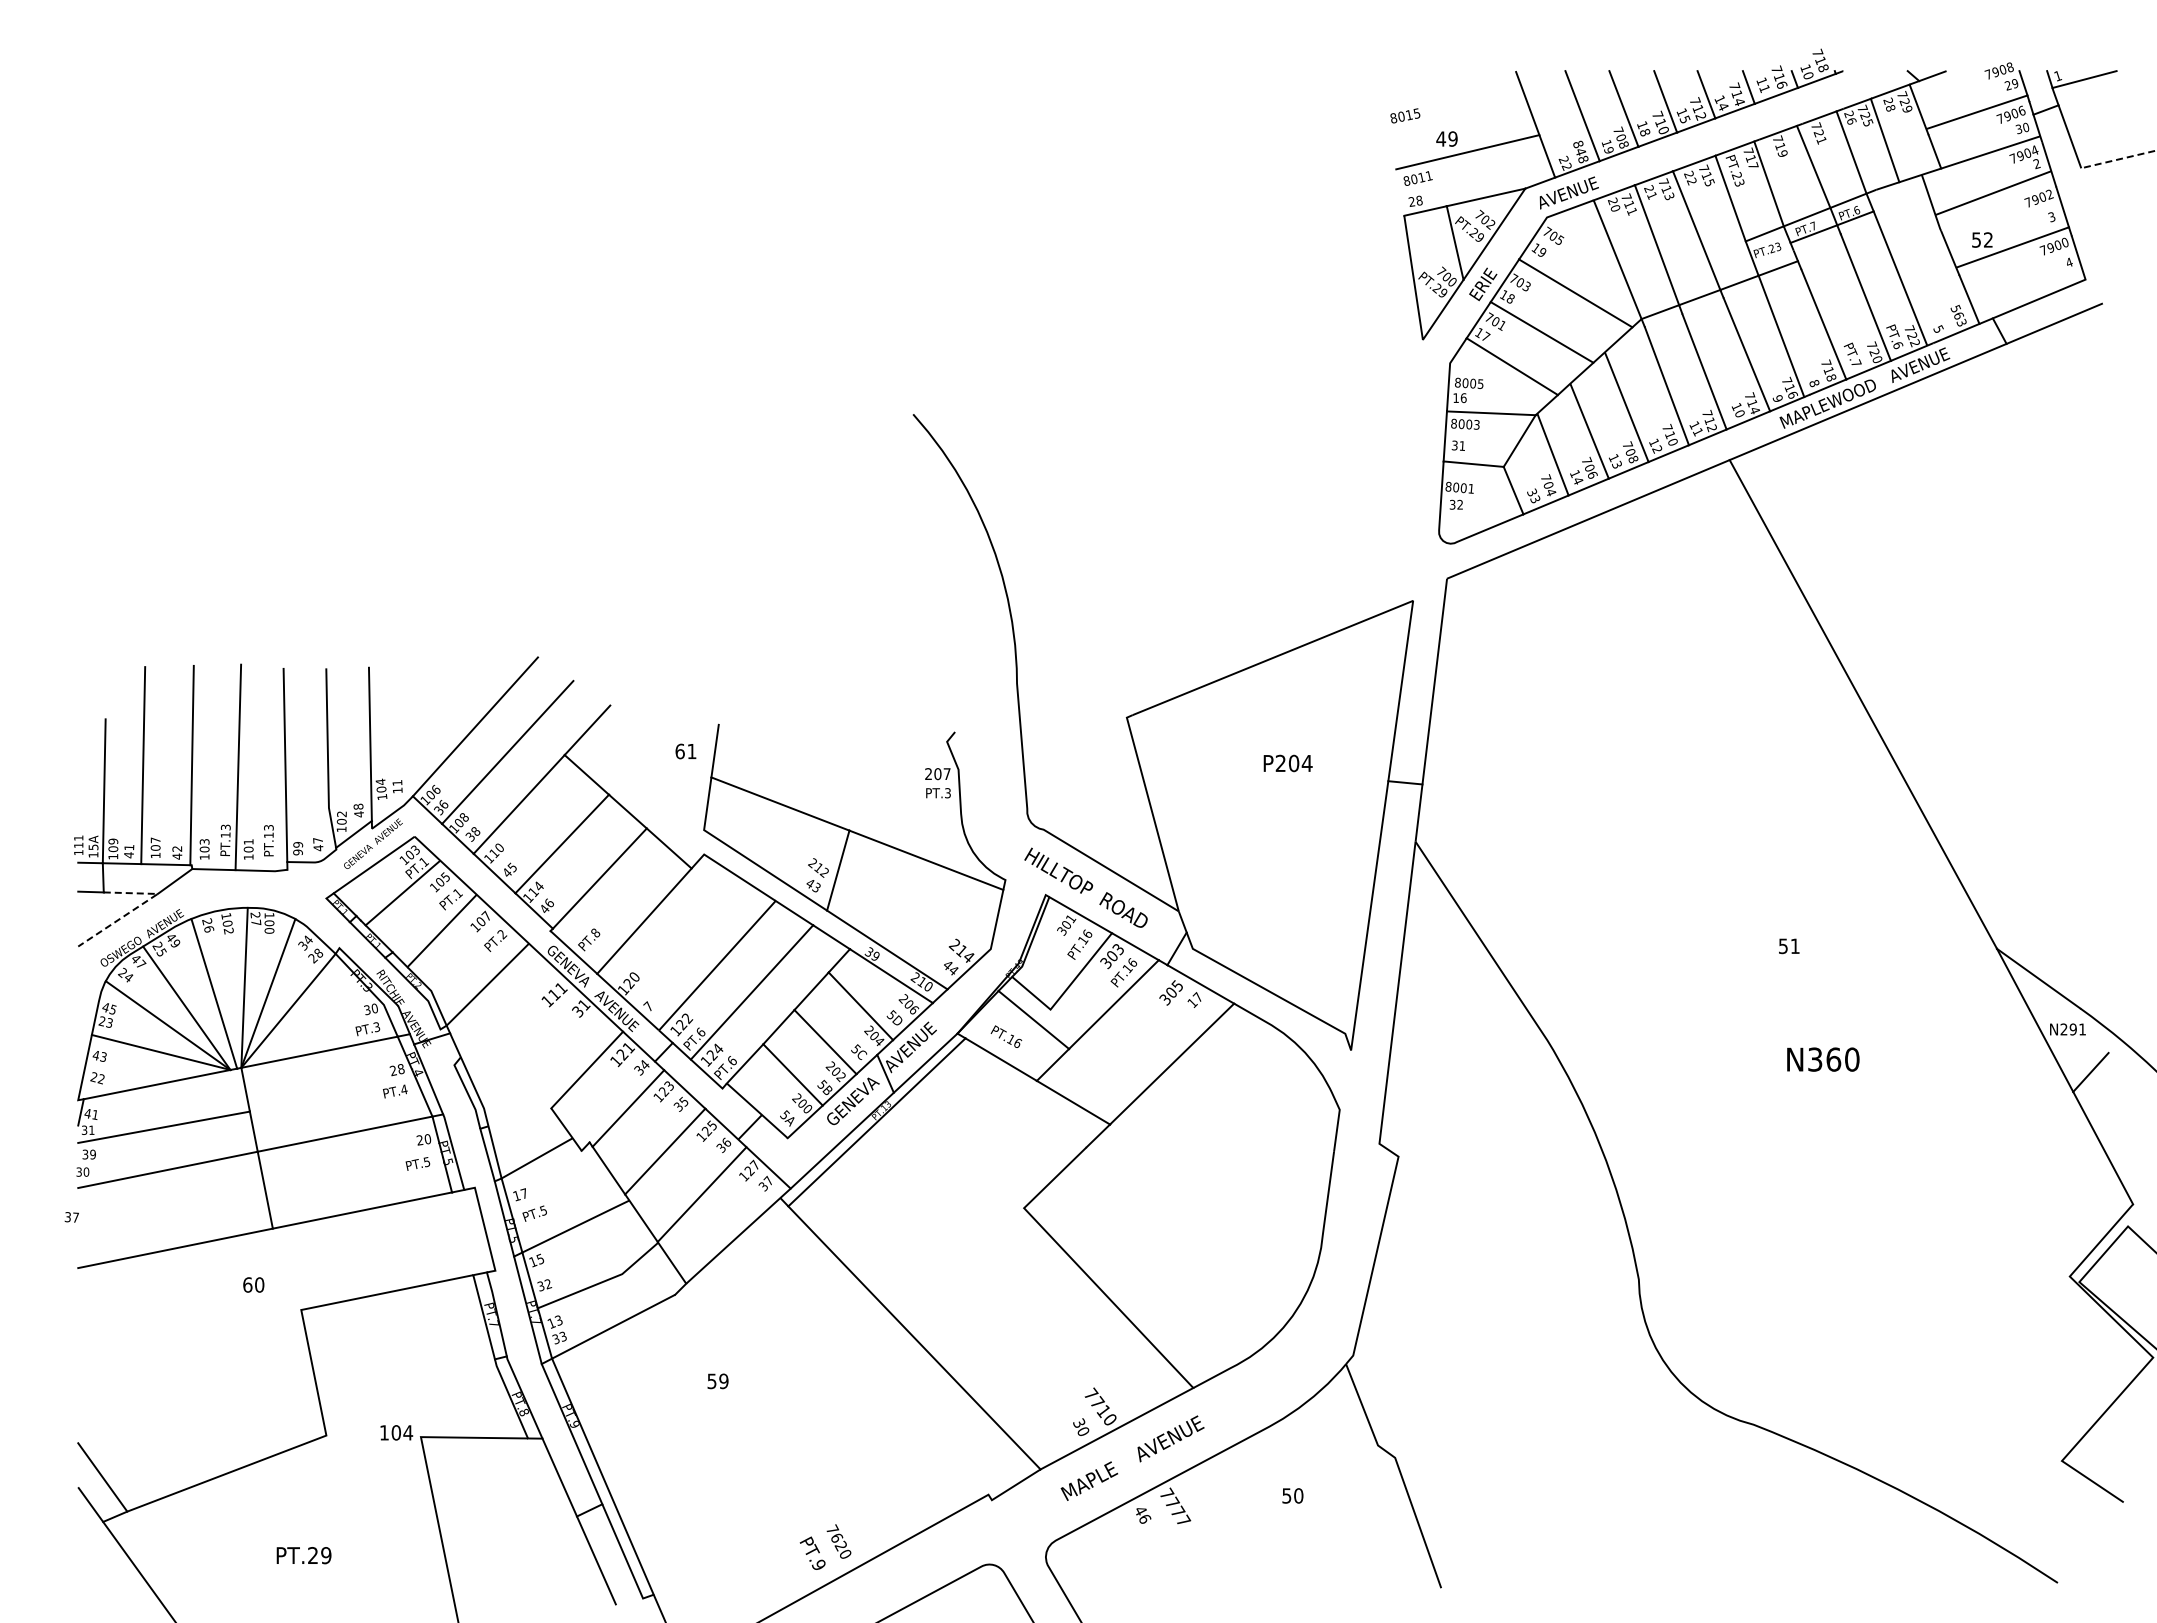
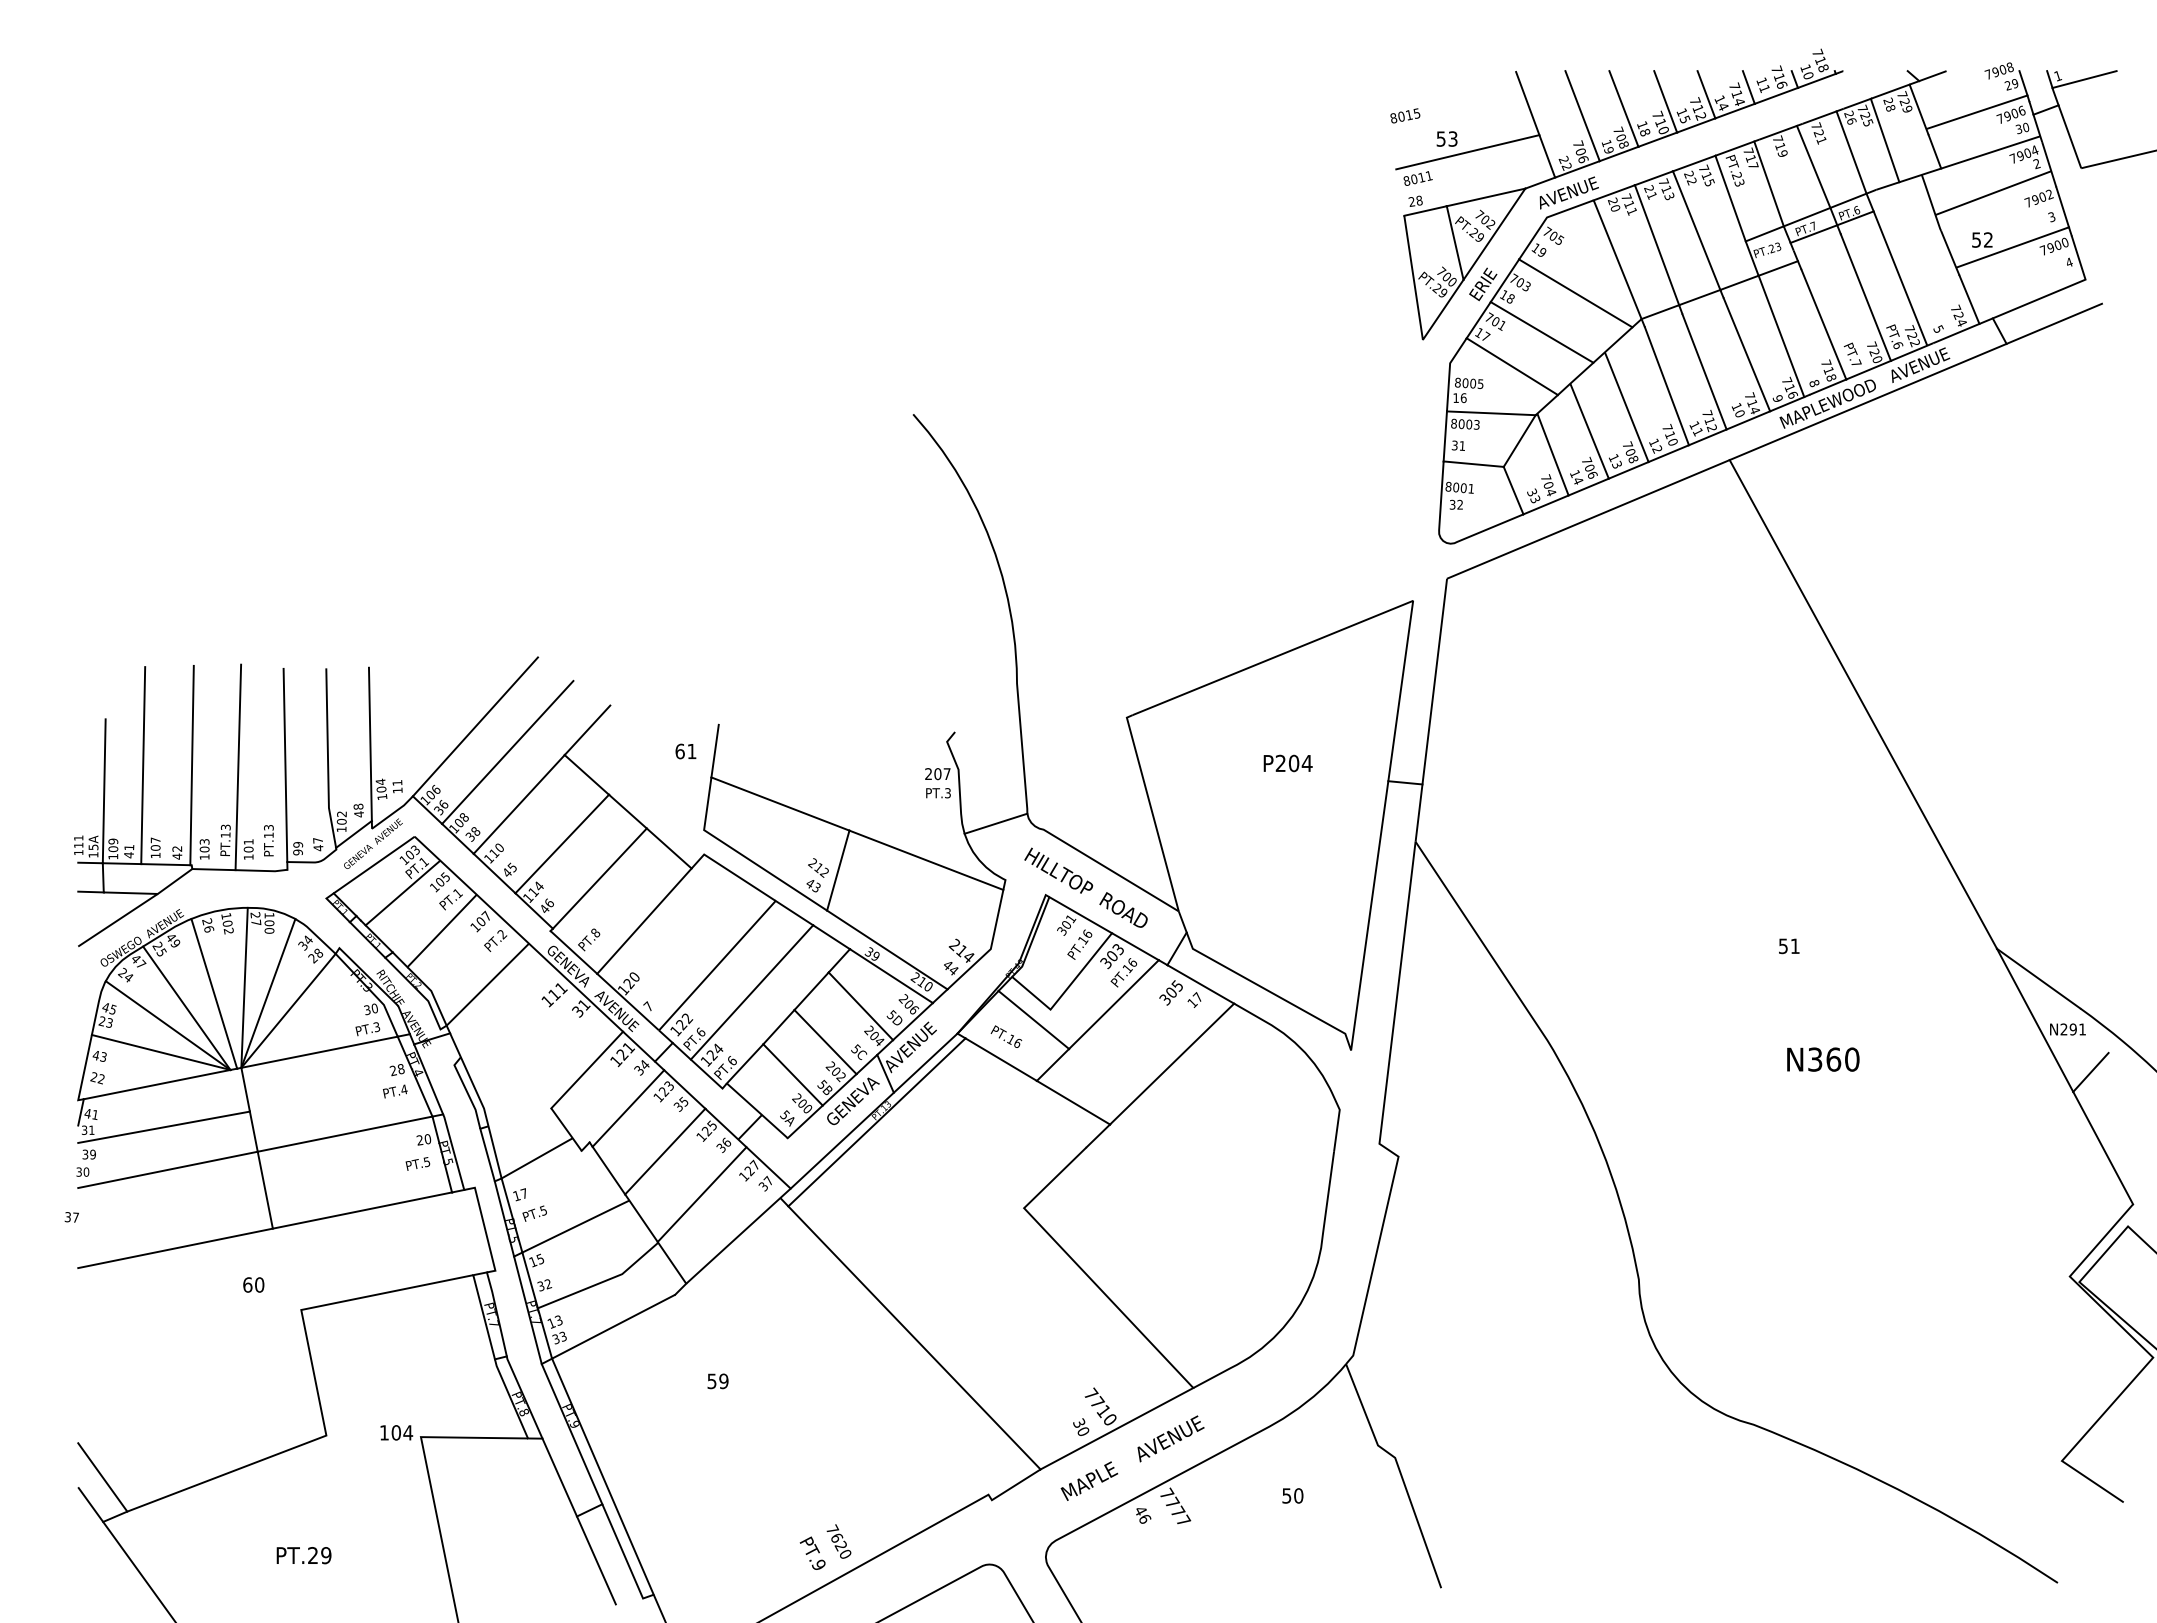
text at (1446, 138): 49 -> 53
text at (1580, 151): 848 -> 706
line at (2117, 159): dashed -> solid
text at (1958, 315): 563 -> 724
line at (995, 823): none -> present
line at (141, 904): dashed -> solid
